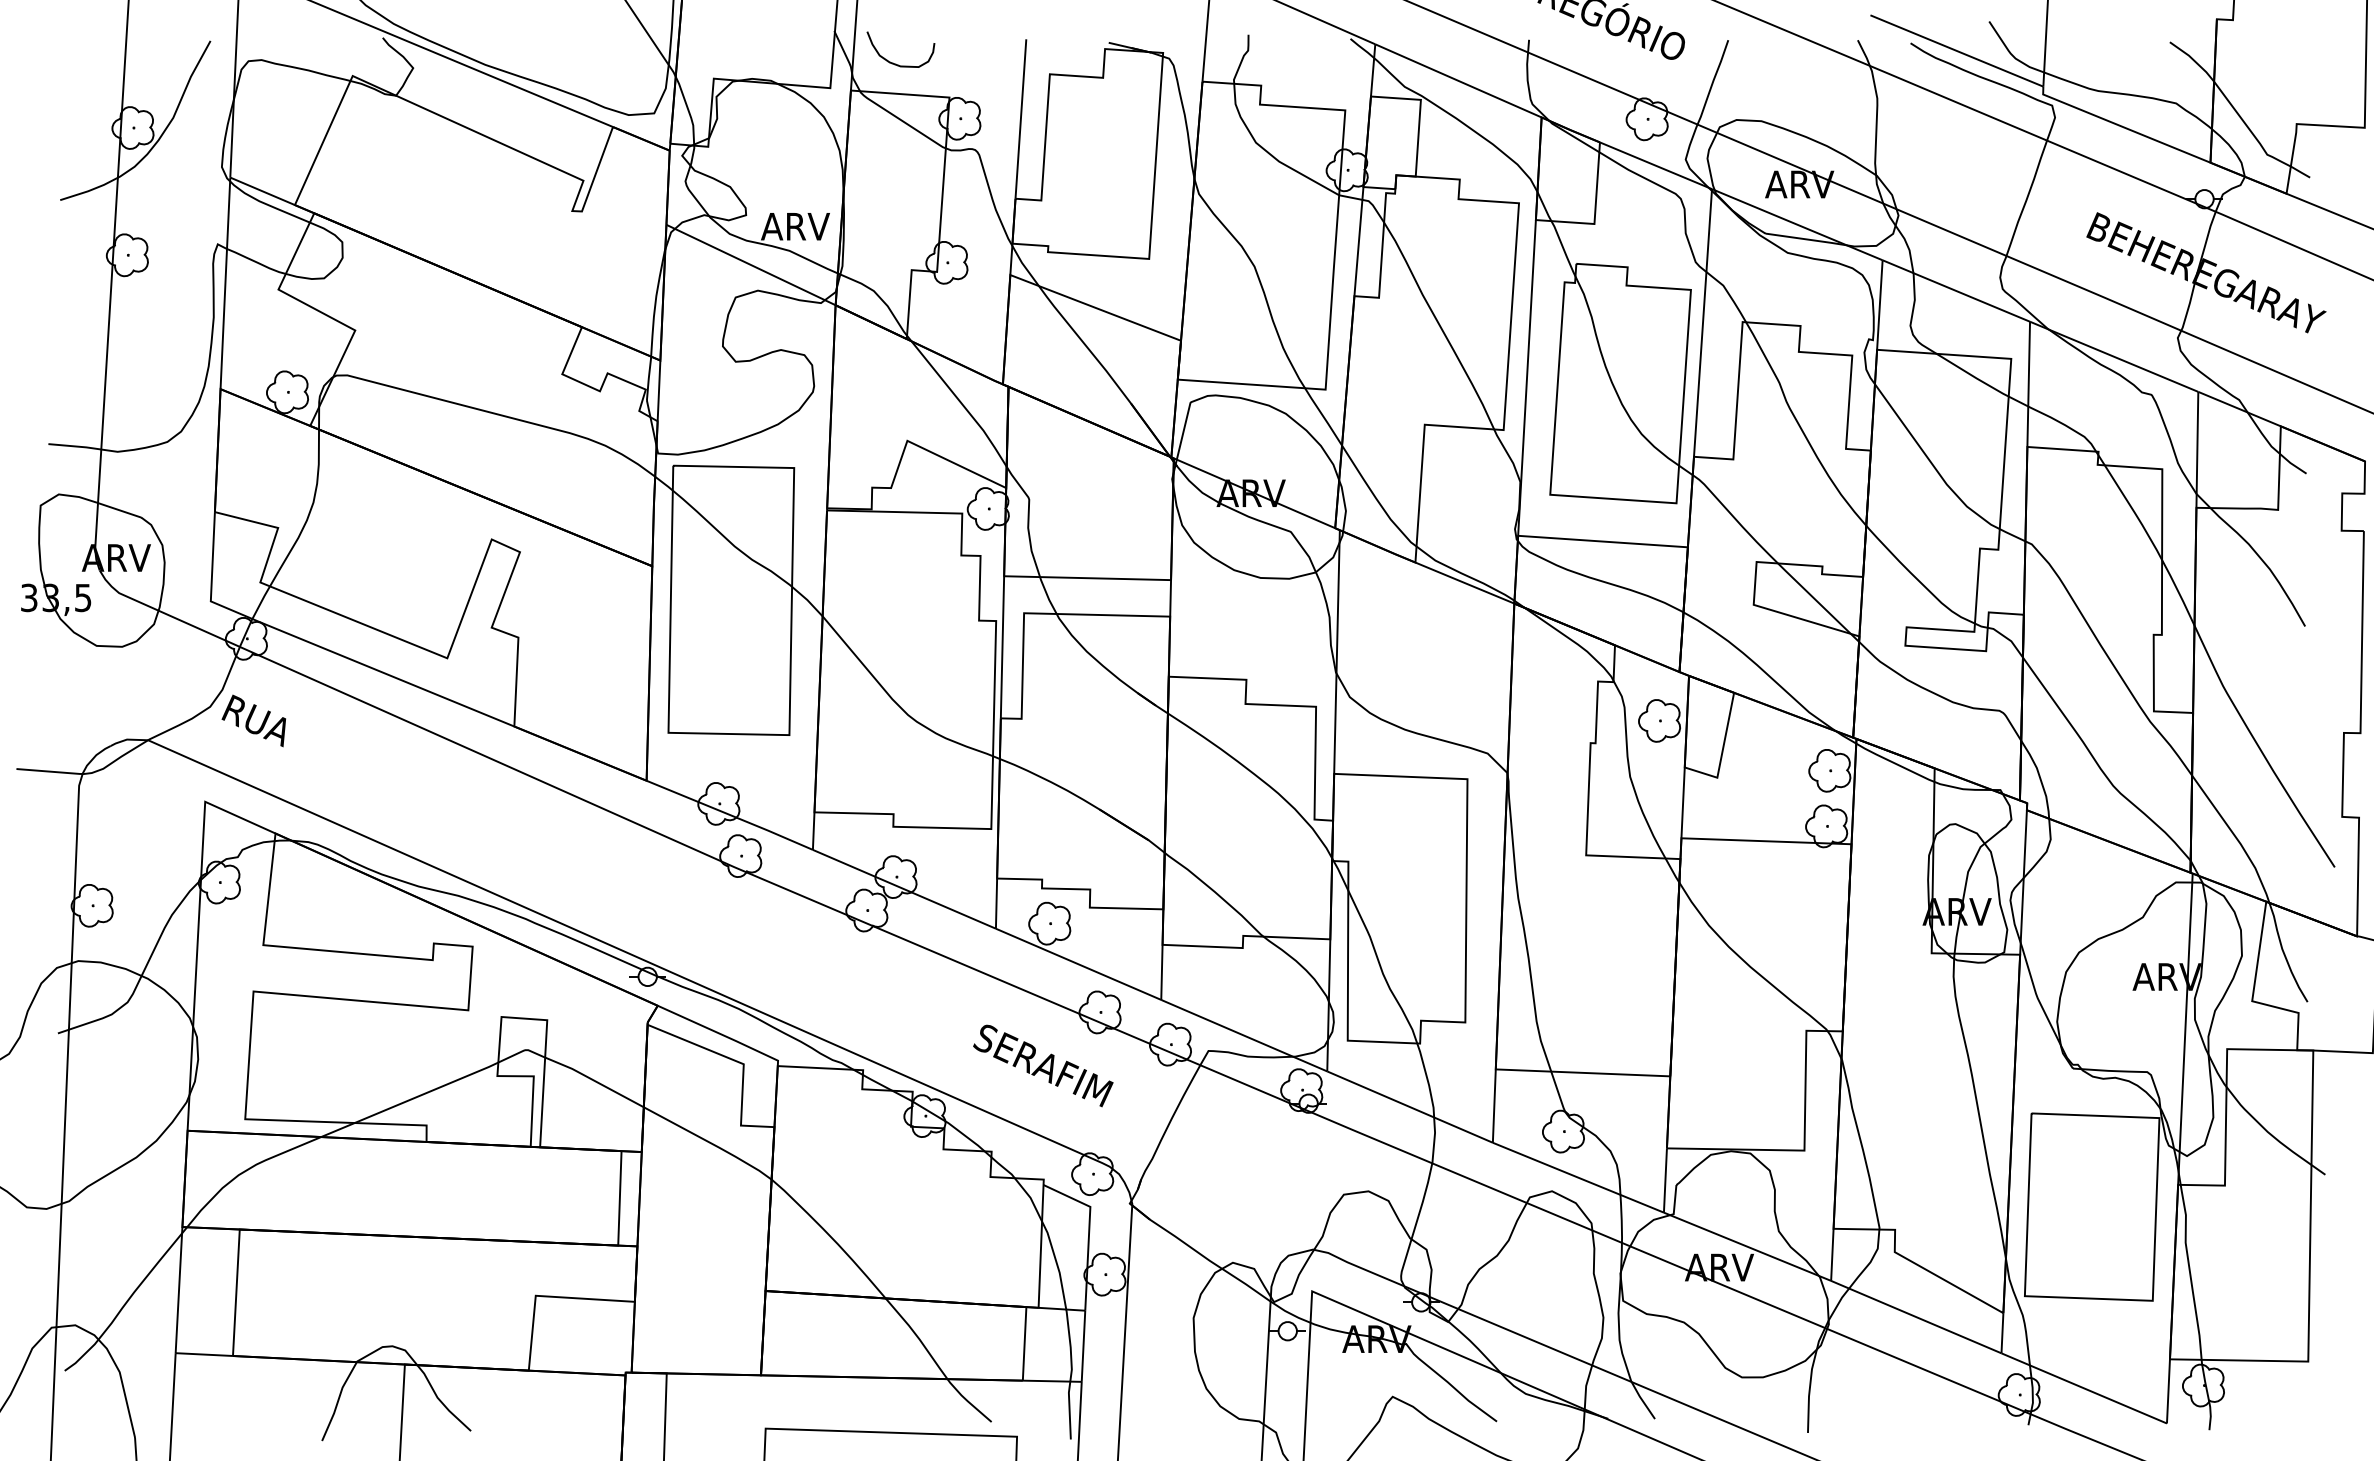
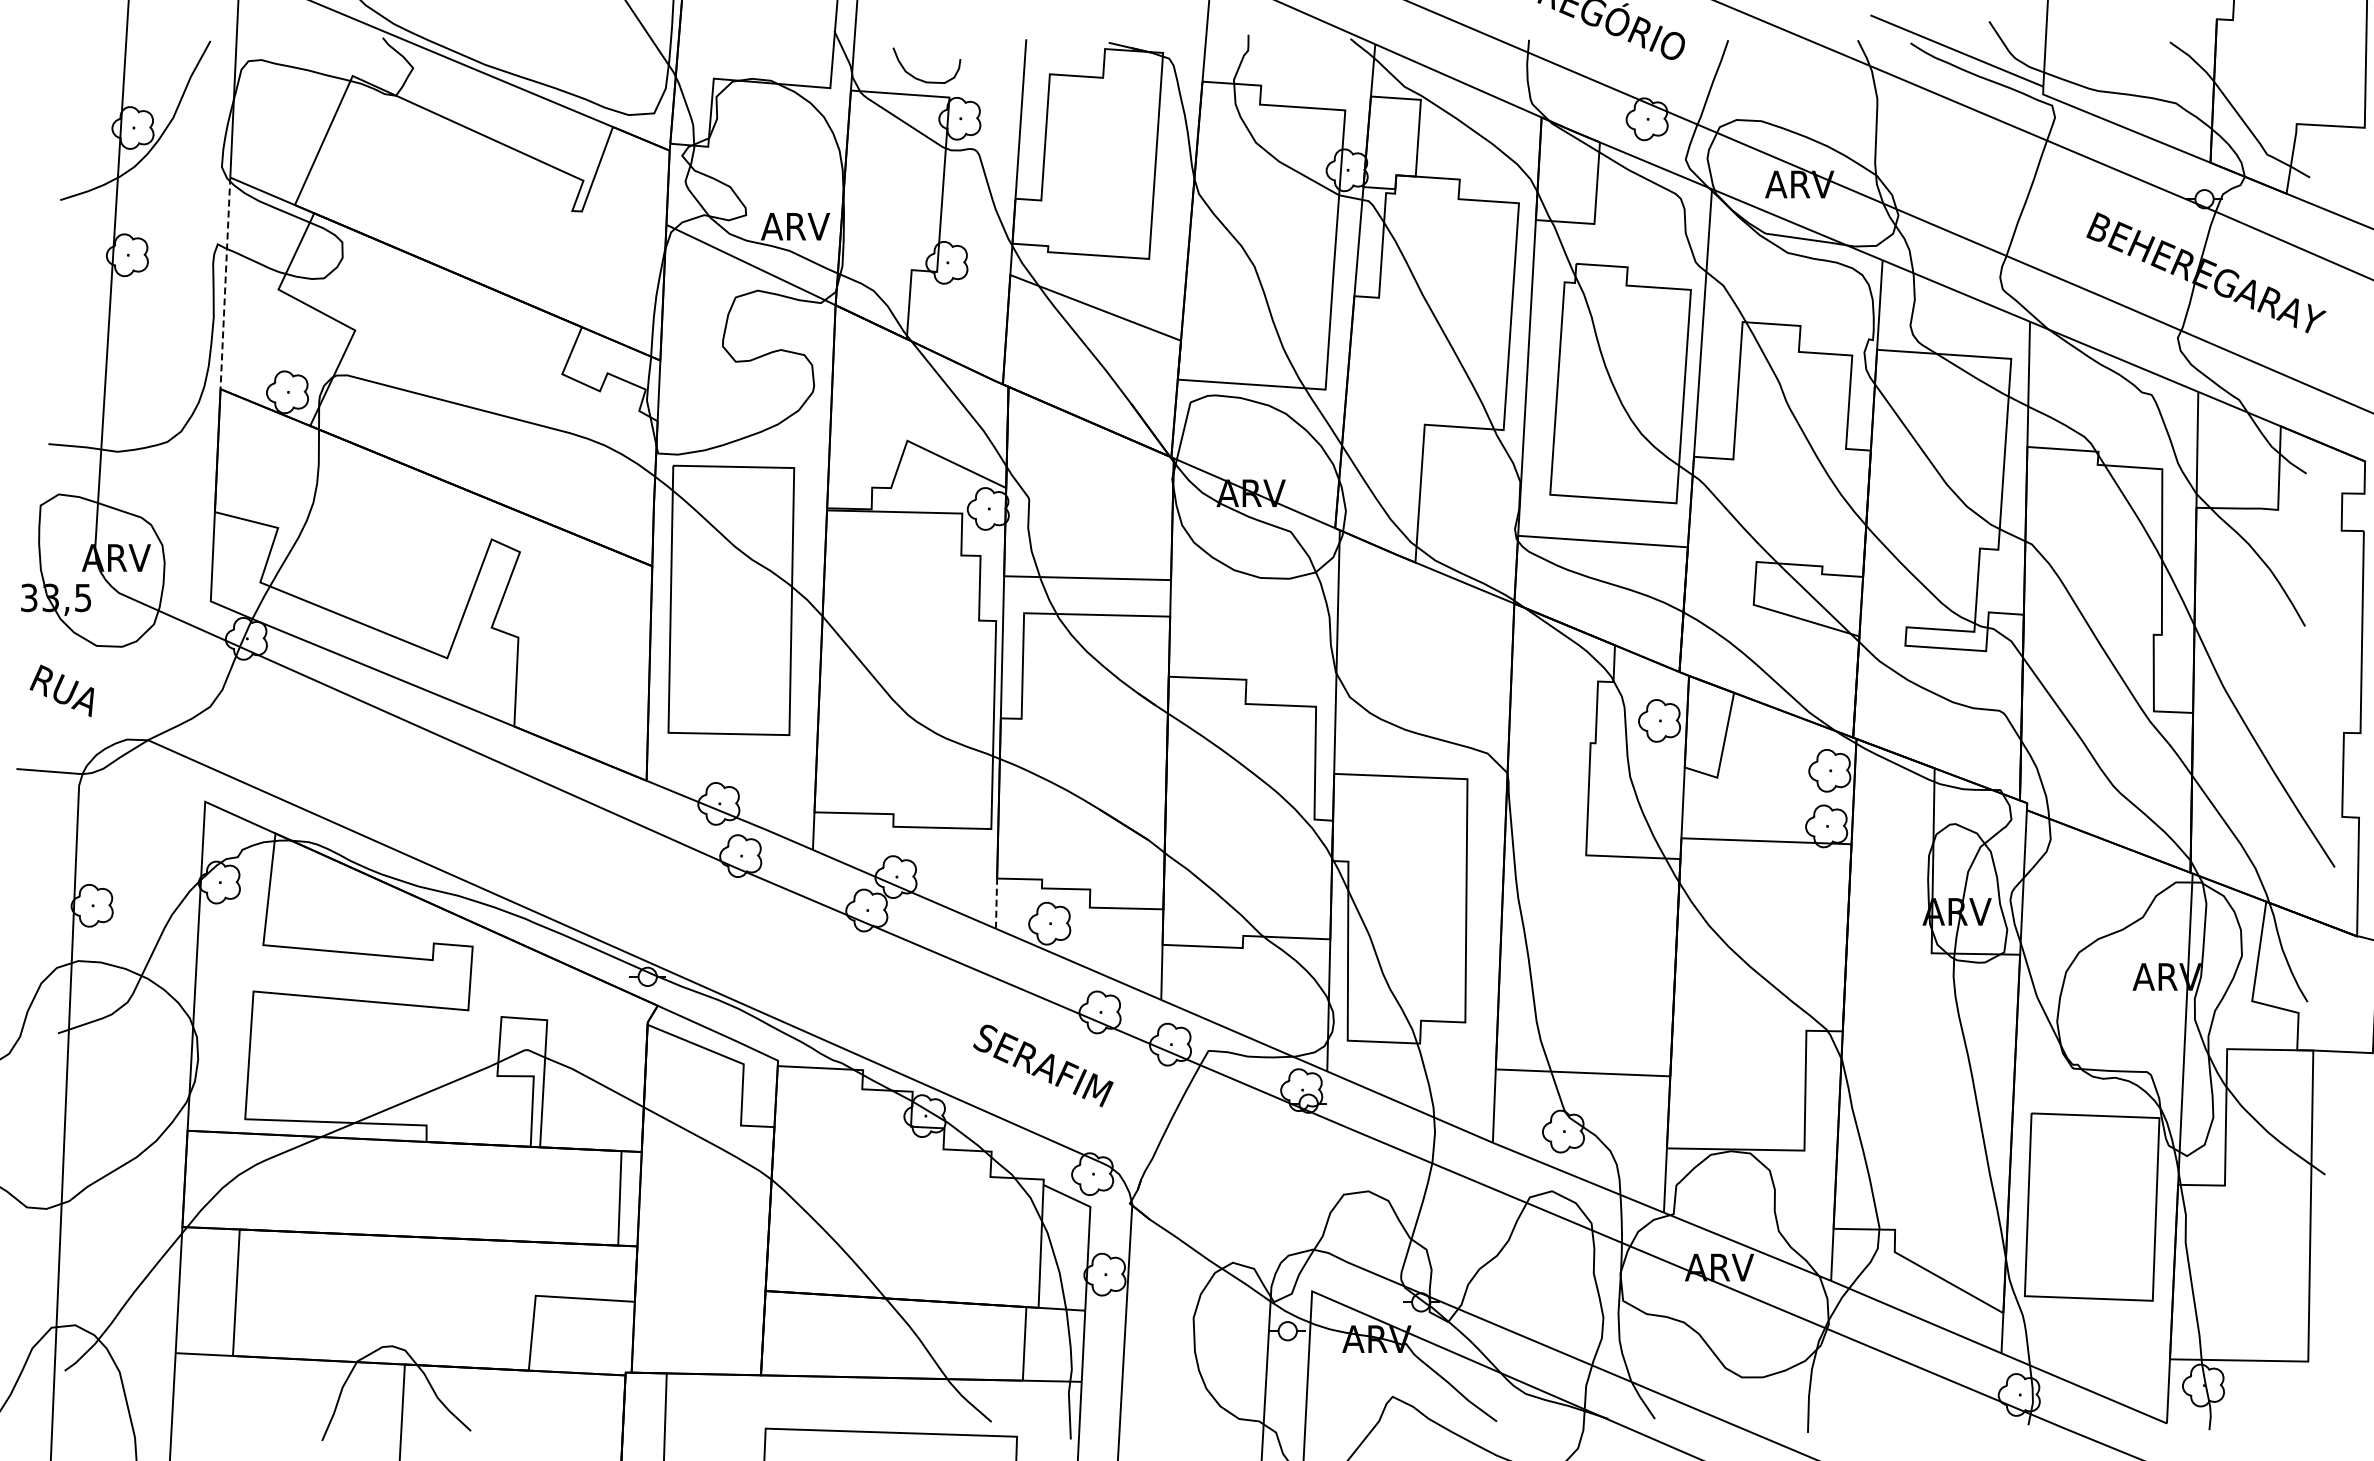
curve at (893, 62) position: (893, 62) -> (919, 78)
line at (225, 283): solid -> dashed
text at (253, 720) position: (253, 720) -> (61, 690)
line at (996, 903): solid -> dashed
